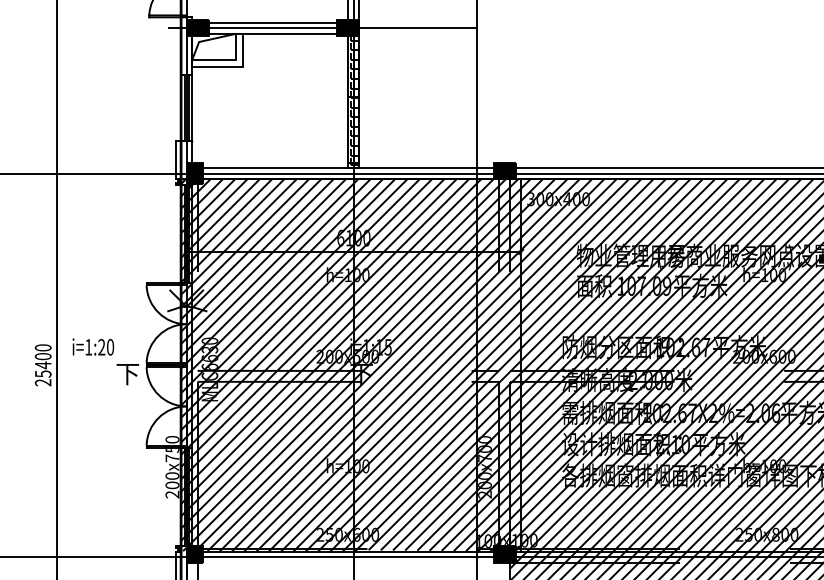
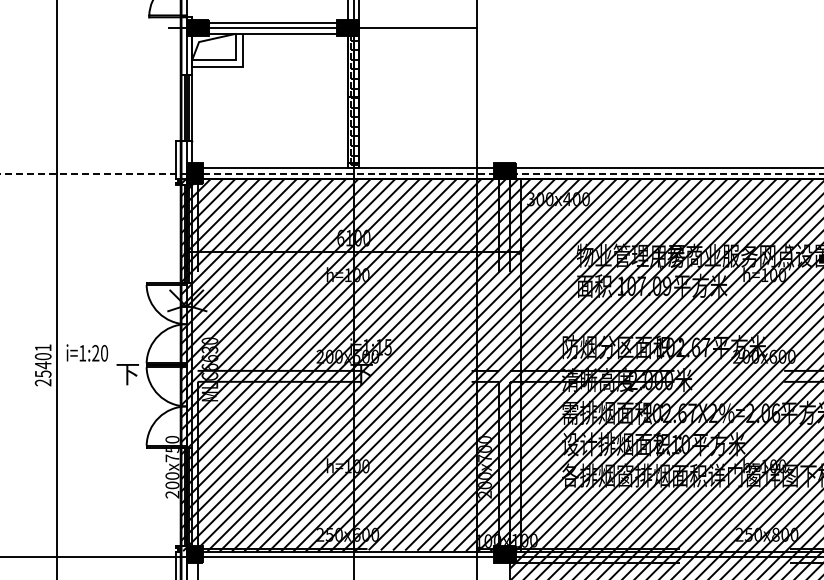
line at (411, 173): solid -> dashed
text at (93, 346) position: (93, 346) -> (87, 352)
text at (42, 347): 25400 -> 25401
